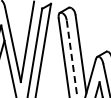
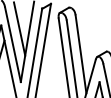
line at (19, 28): none -> present
line at (72, 58): dashed -> solid
